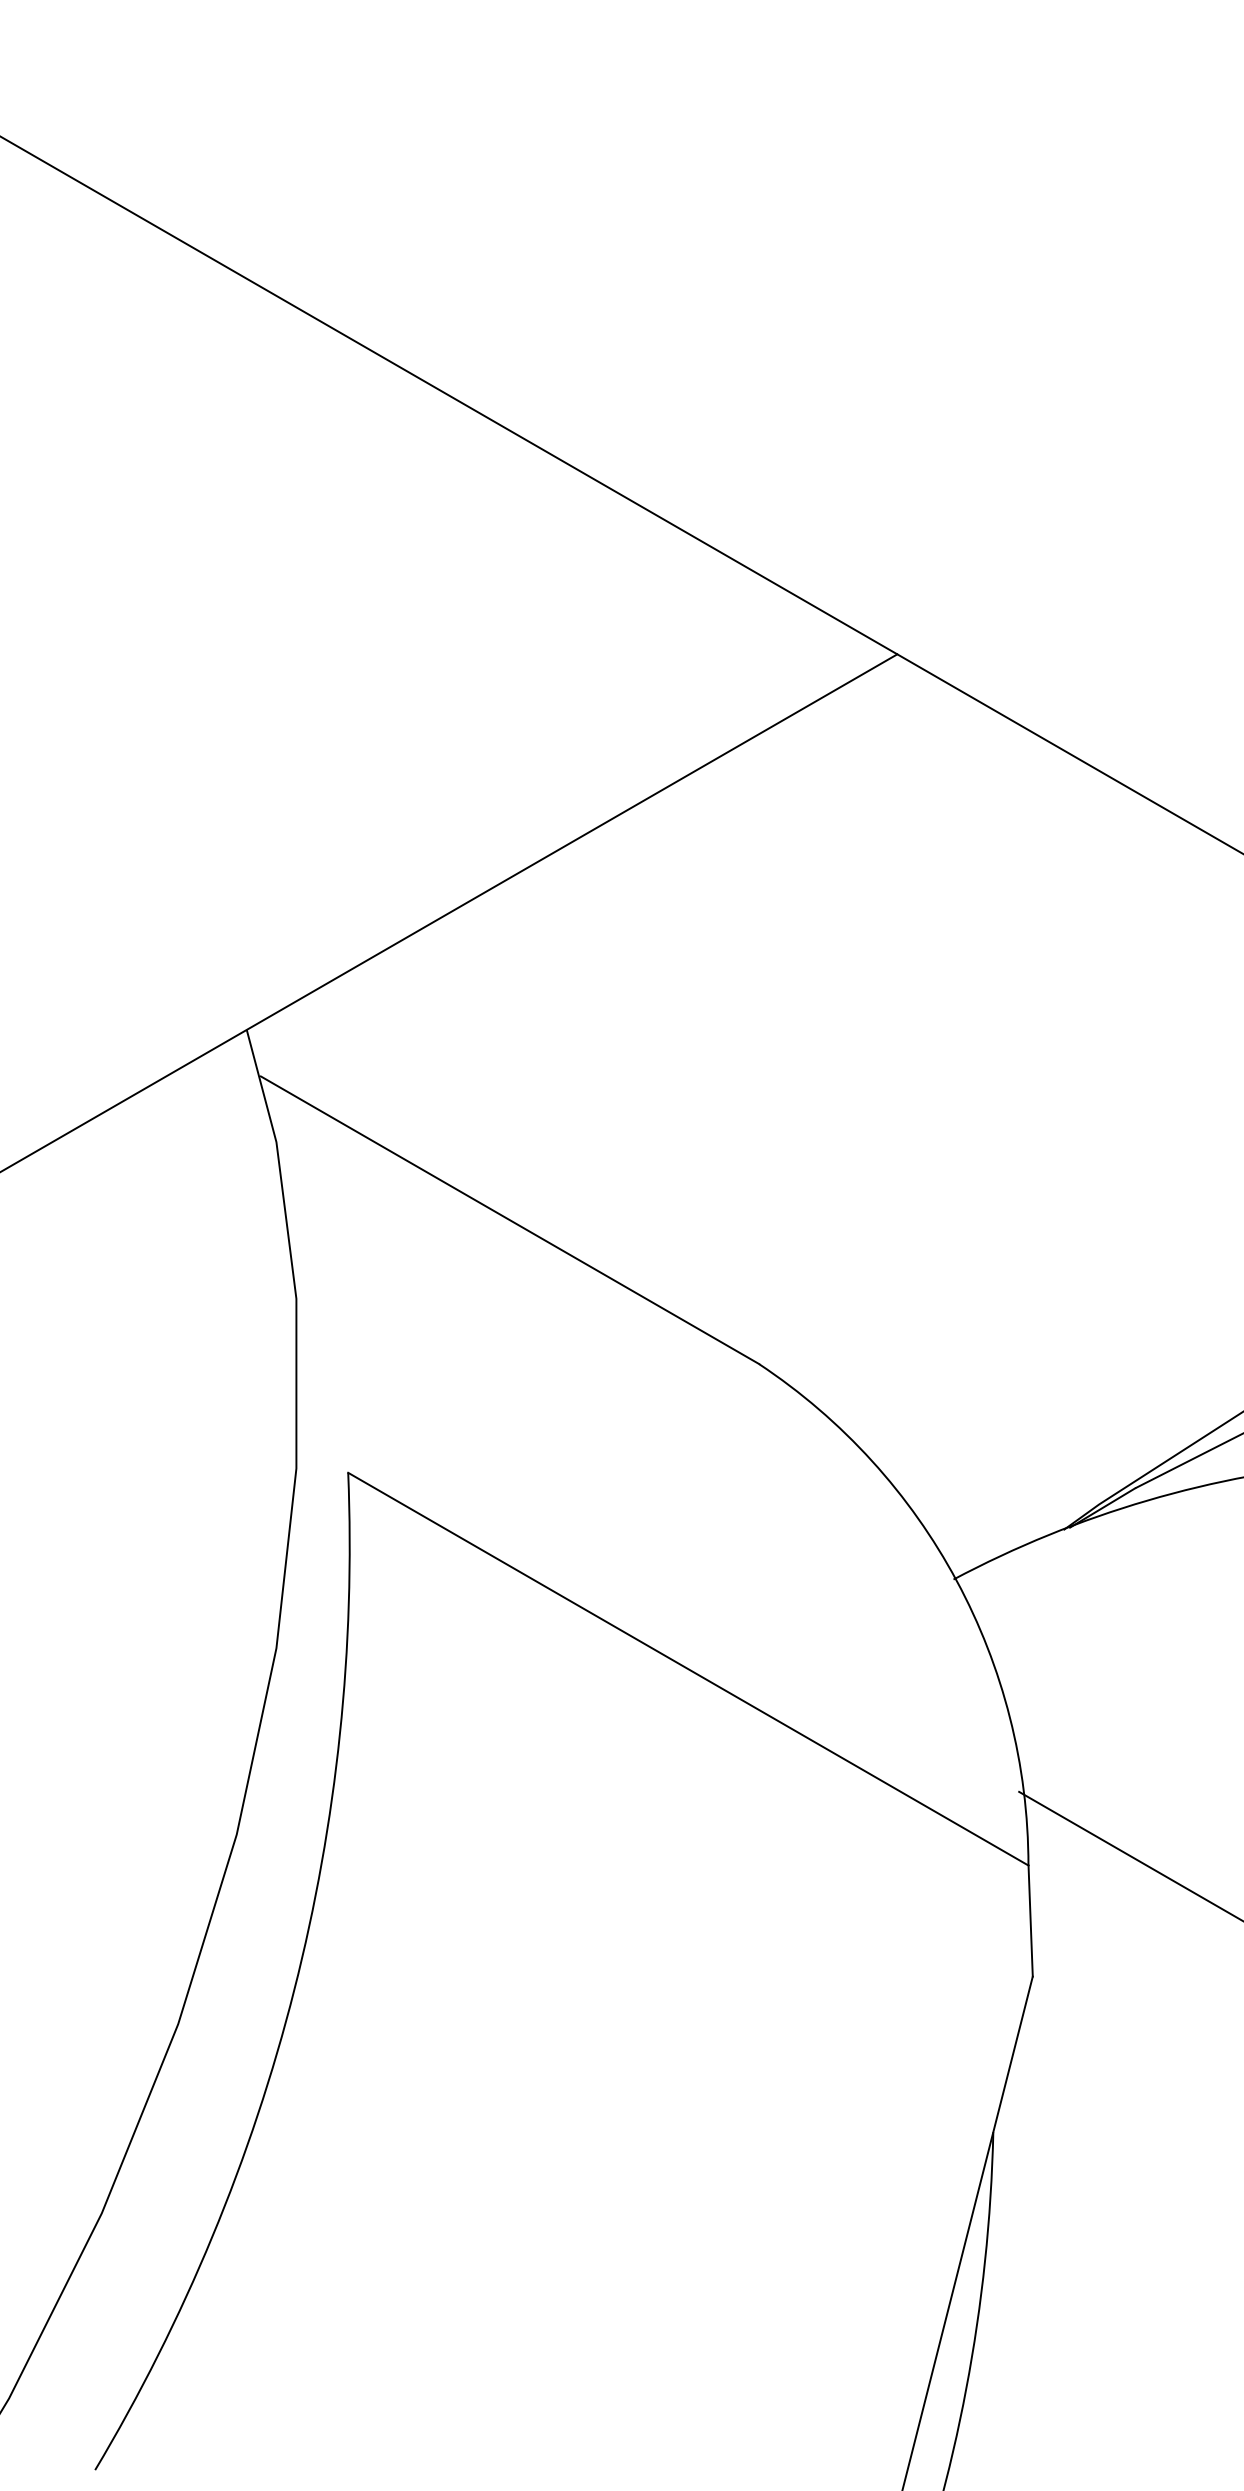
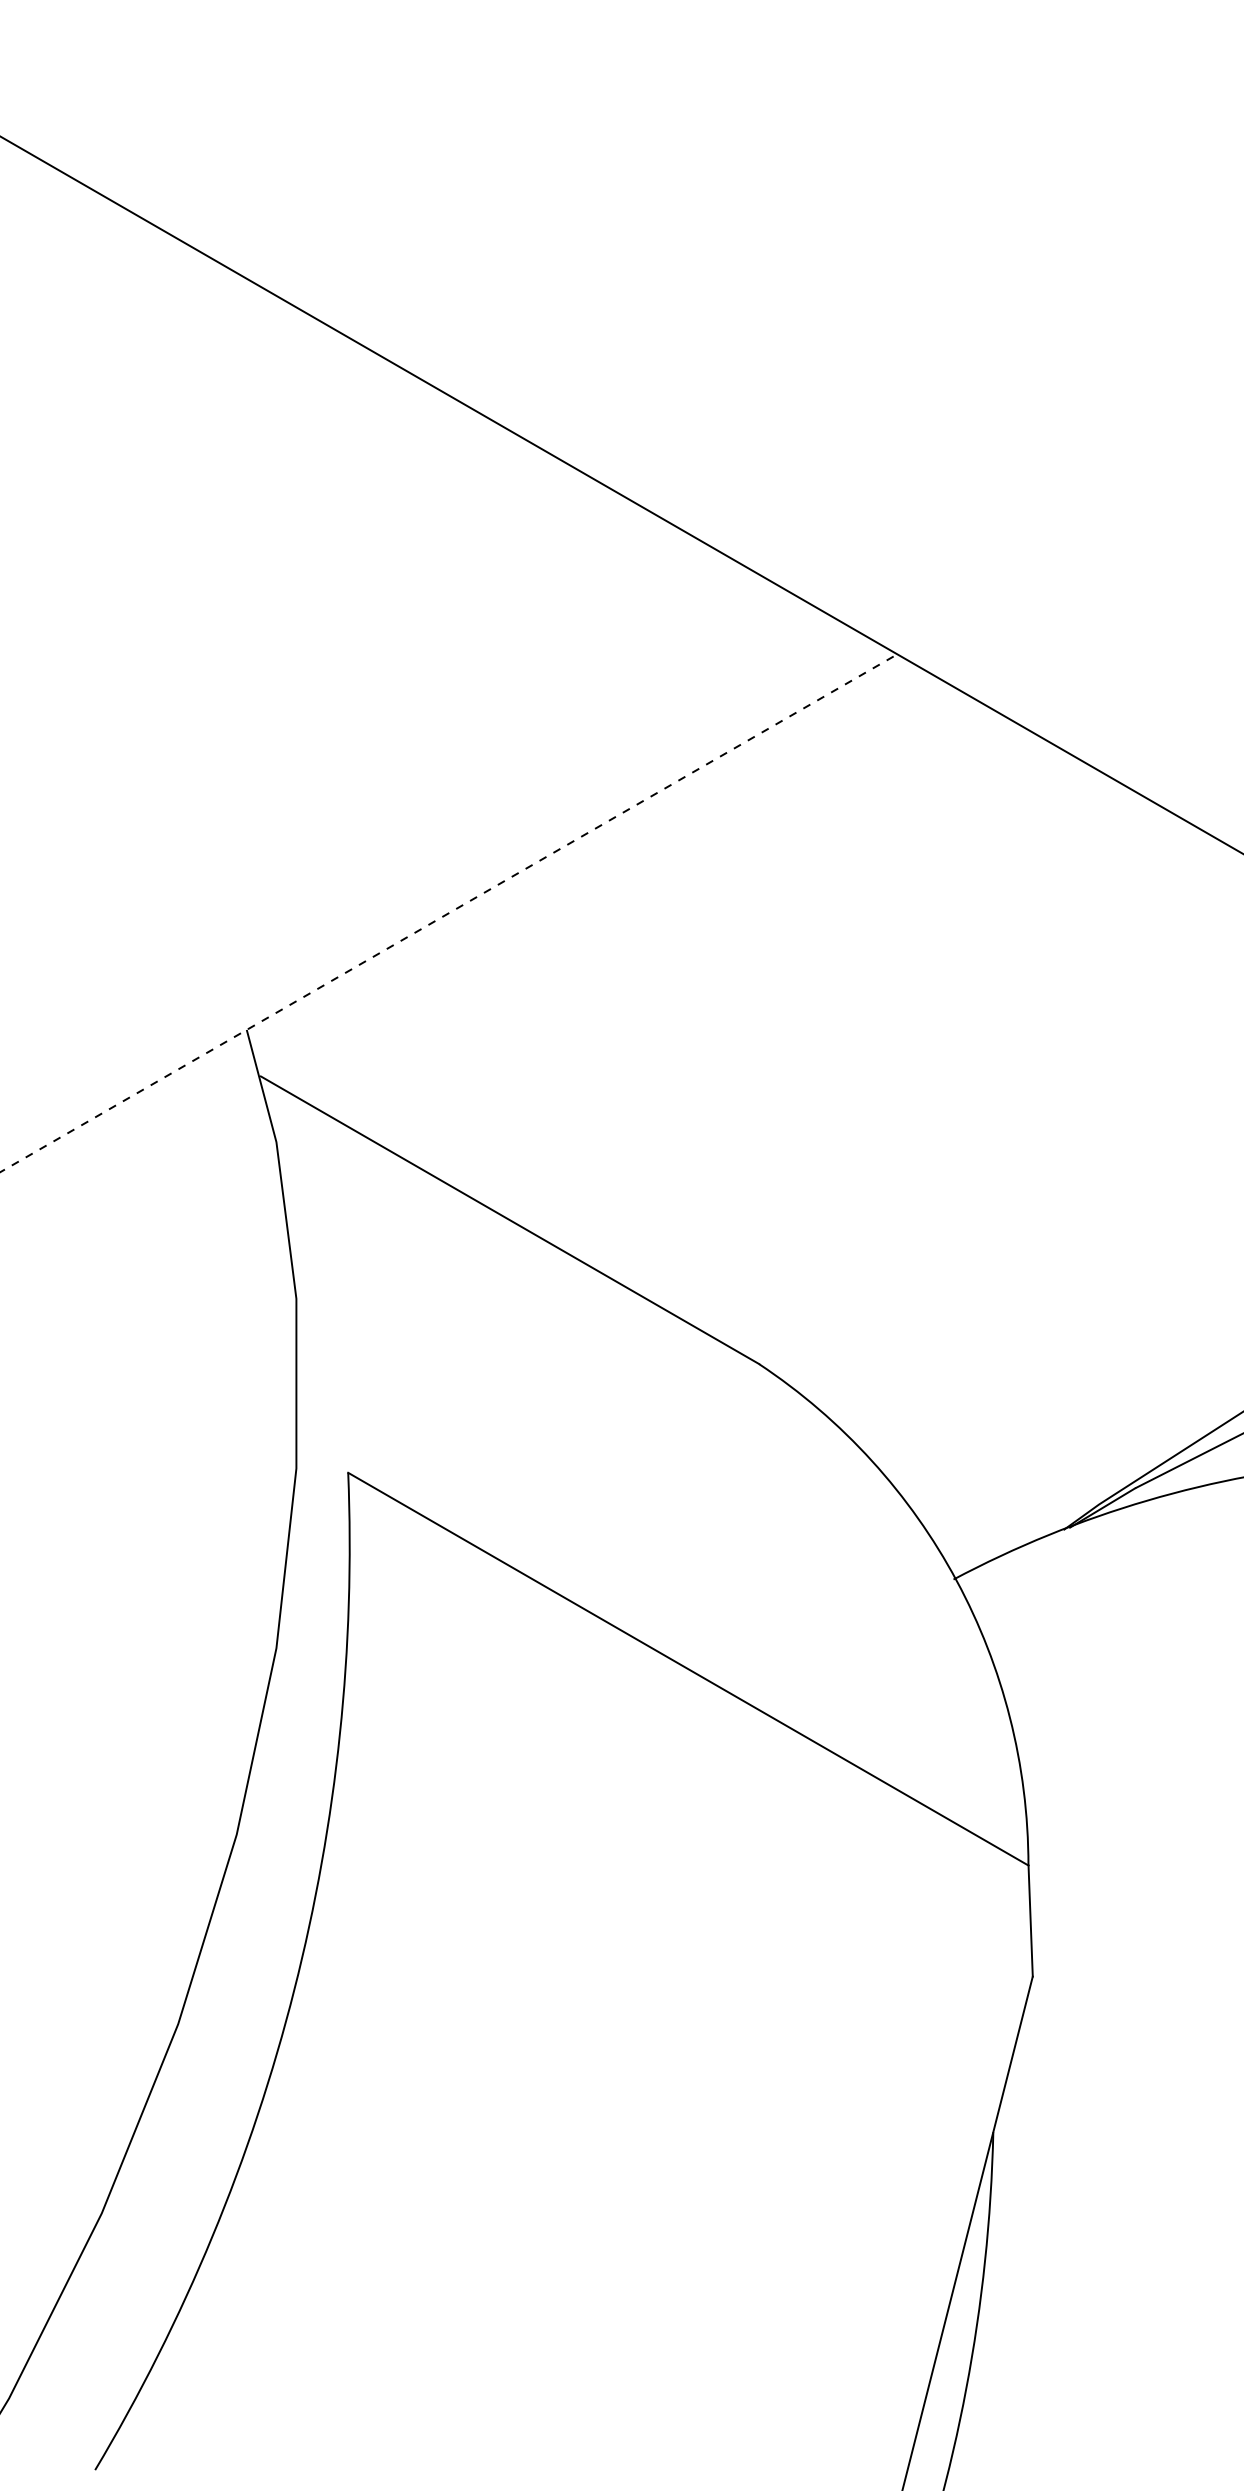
line at (448, 913): solid -> dashed
line at (1129, 1855): present -> none
